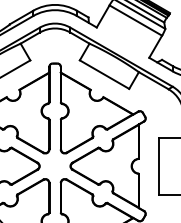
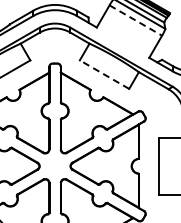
line at (136, 20): solid -> dashed
line at (104, 74): solid -> dashed
